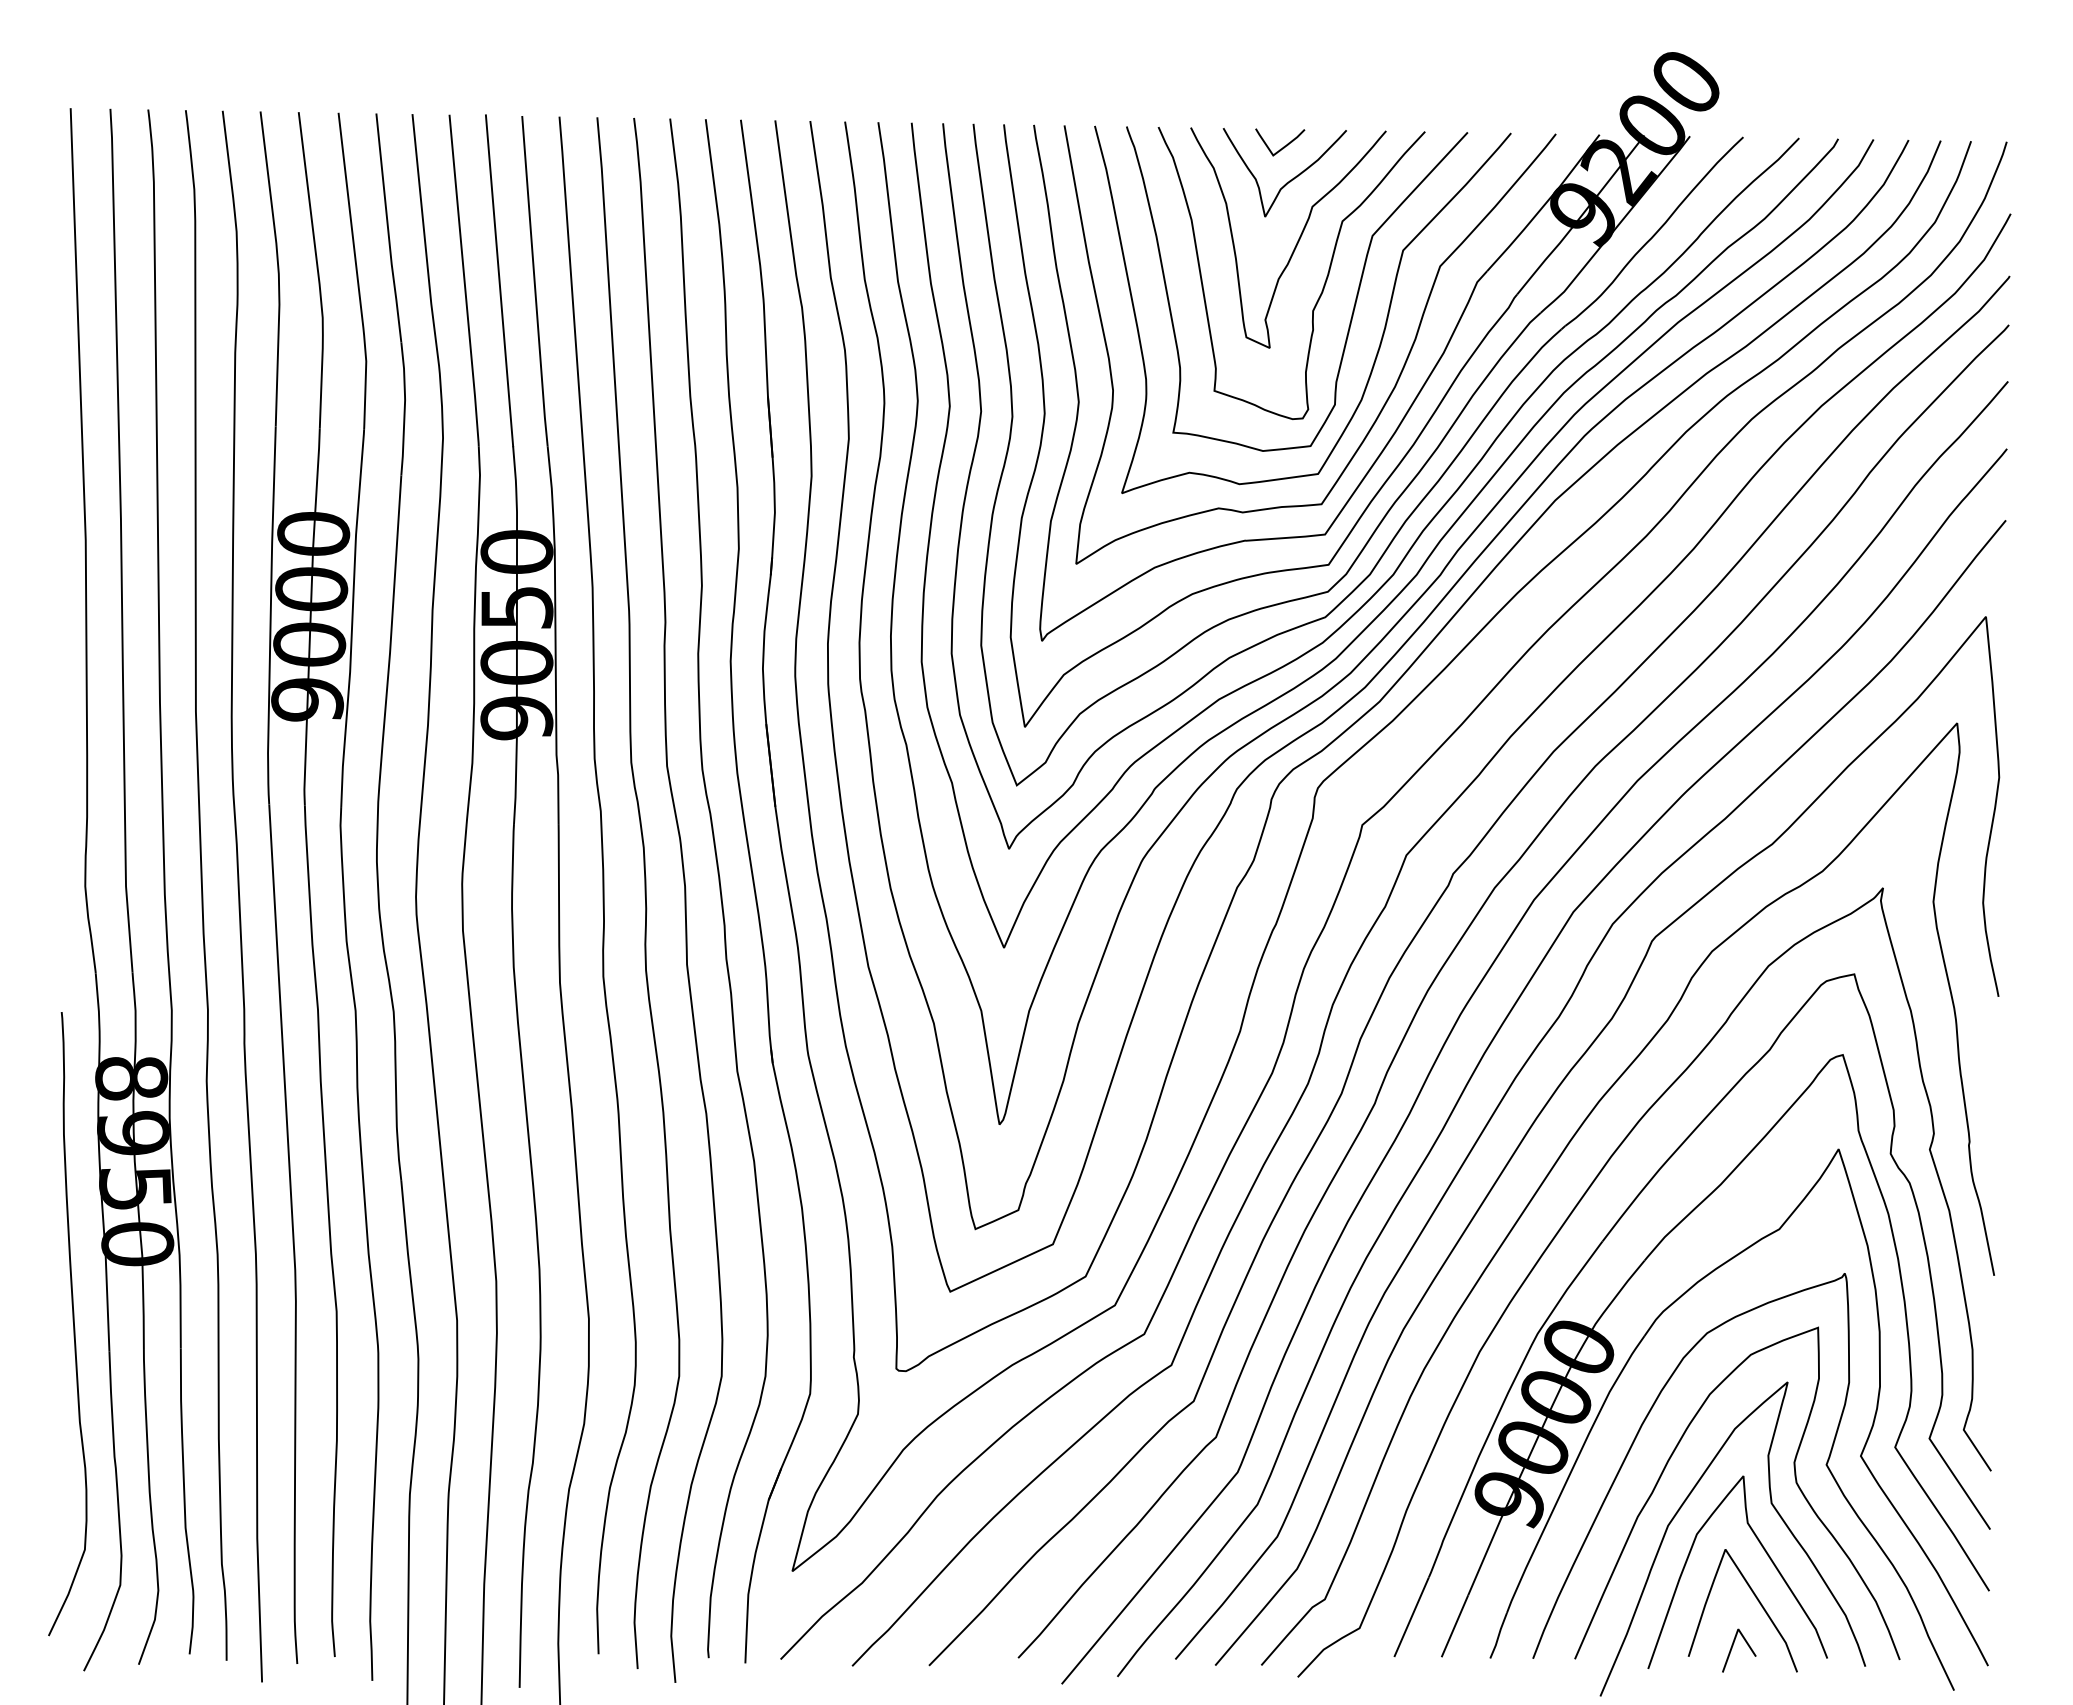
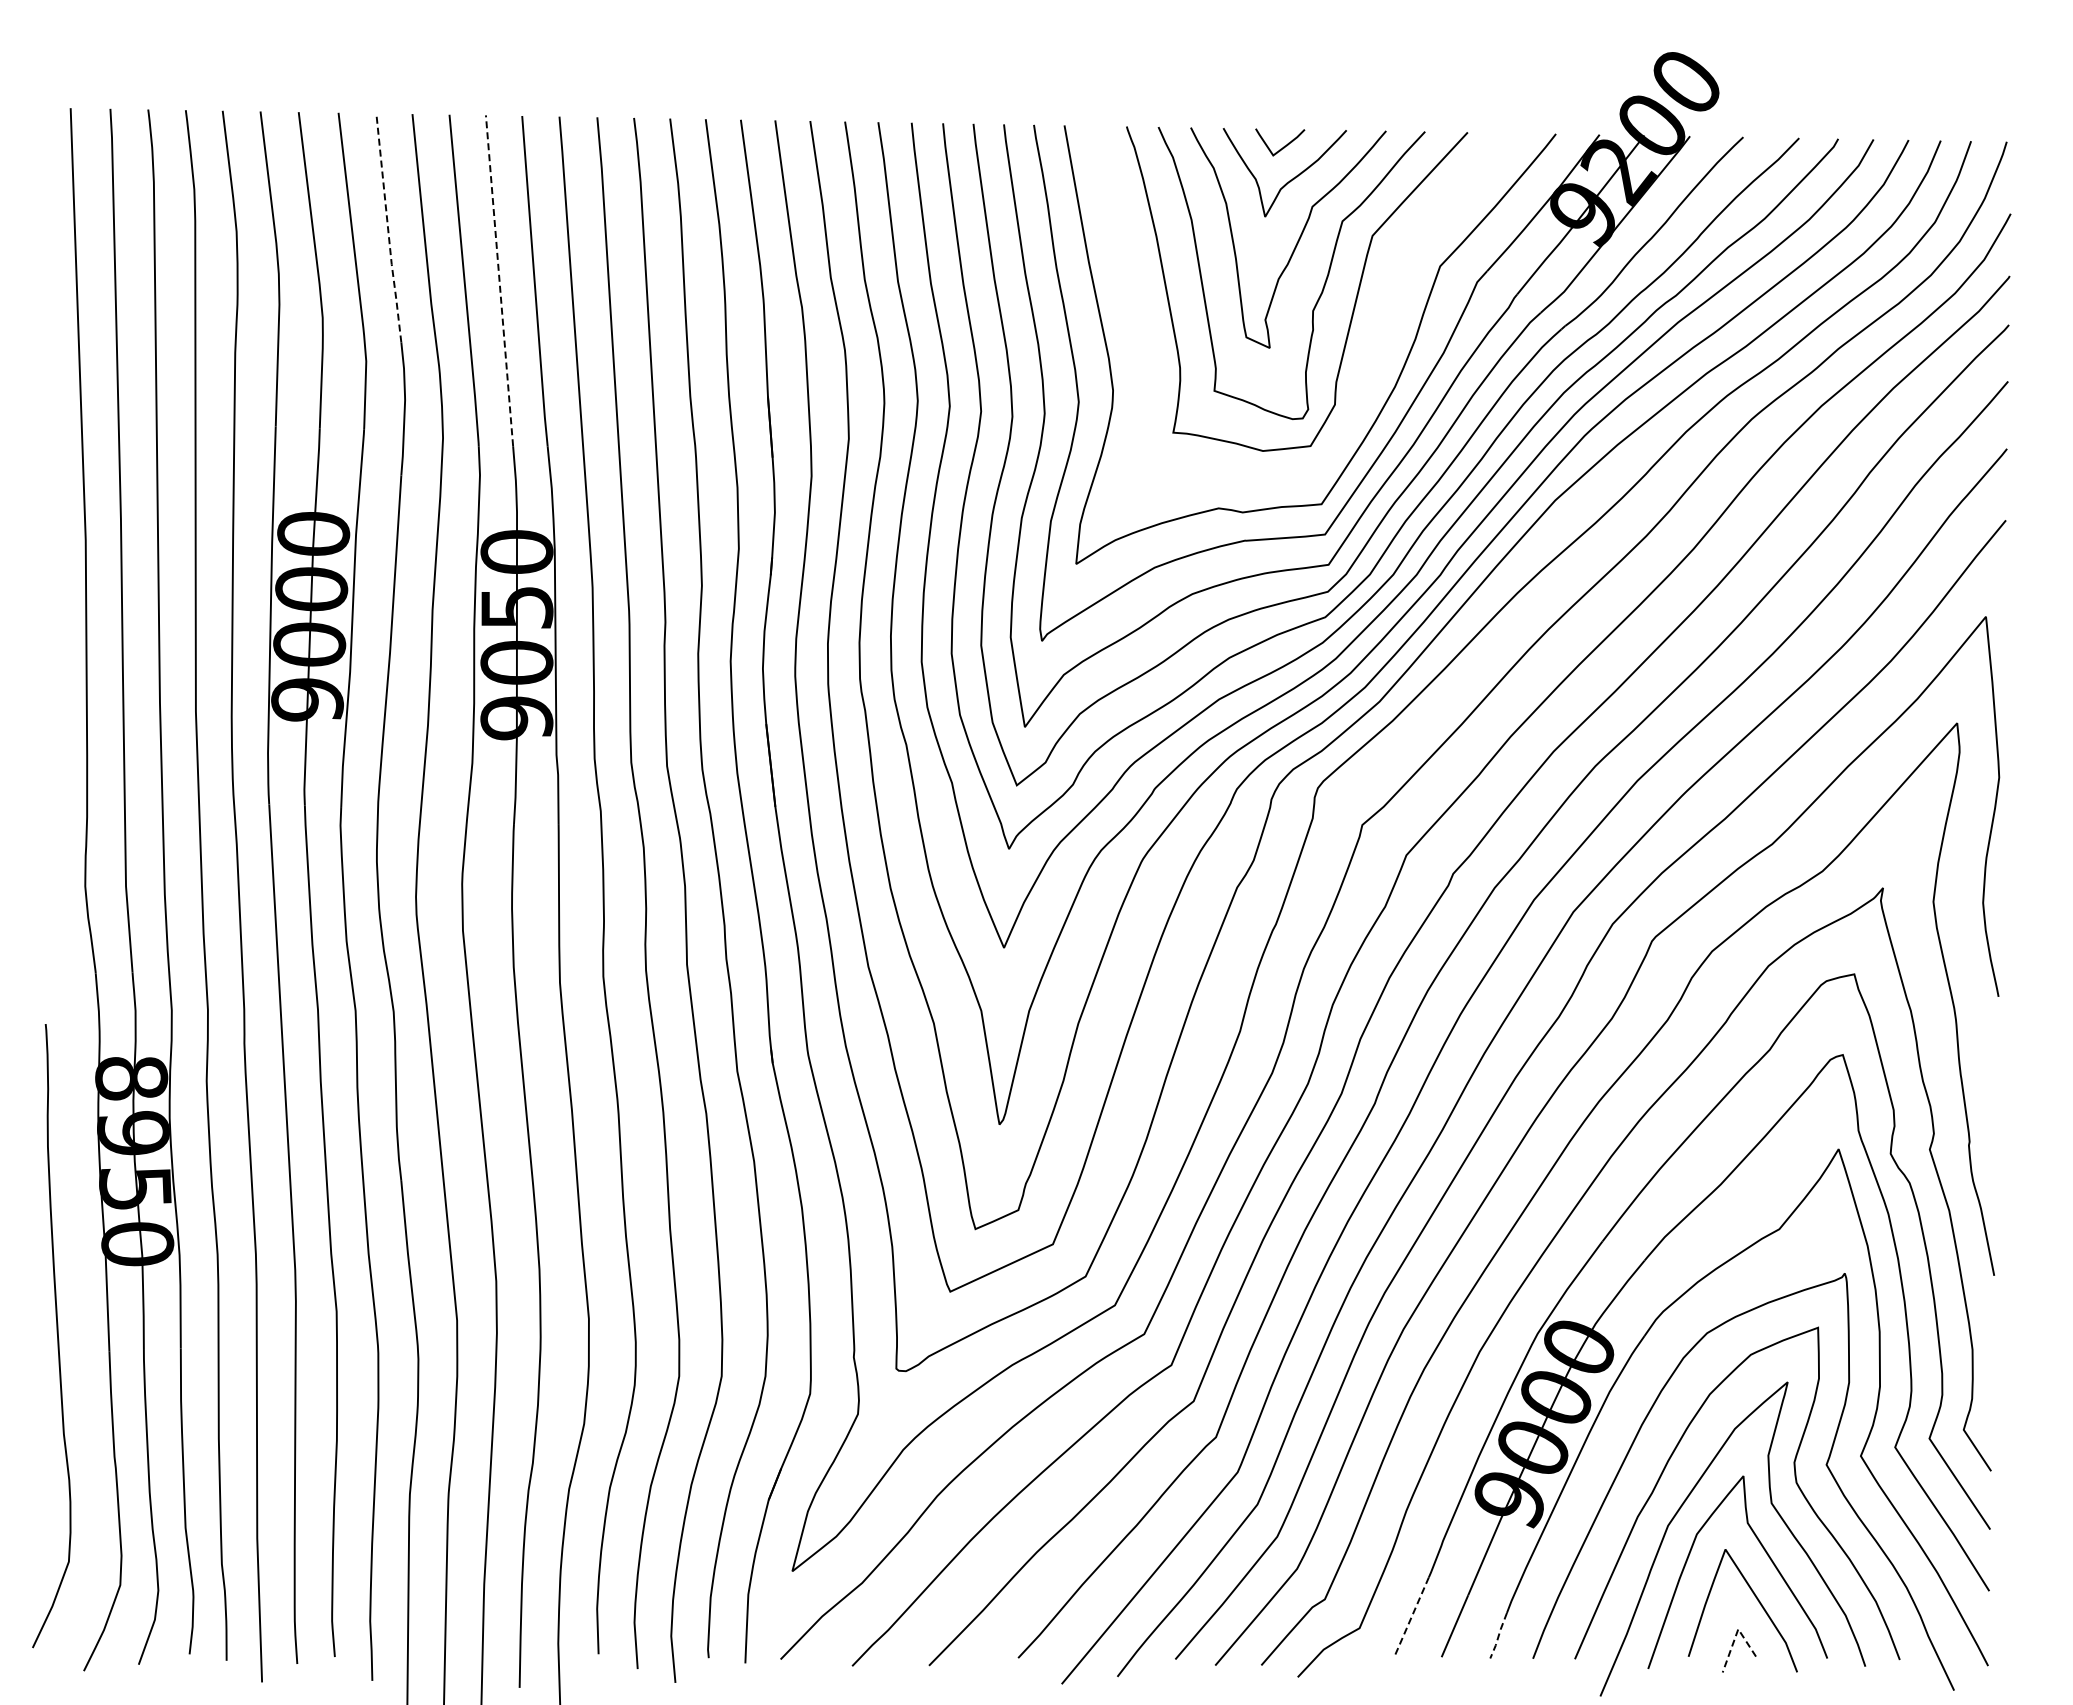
line at (388, 229): solid -> dashed
line at (499, 280): solid -> dashed
curve at (1383, 329): present -> none
curve at (72, 1321) position: (72, 1321) -> (56, 1333)
line at (1411, 1617): solid -> dashed
line at (1498, 1635): solid -> dashed
line at (1735, 1635): solid -> dashed
